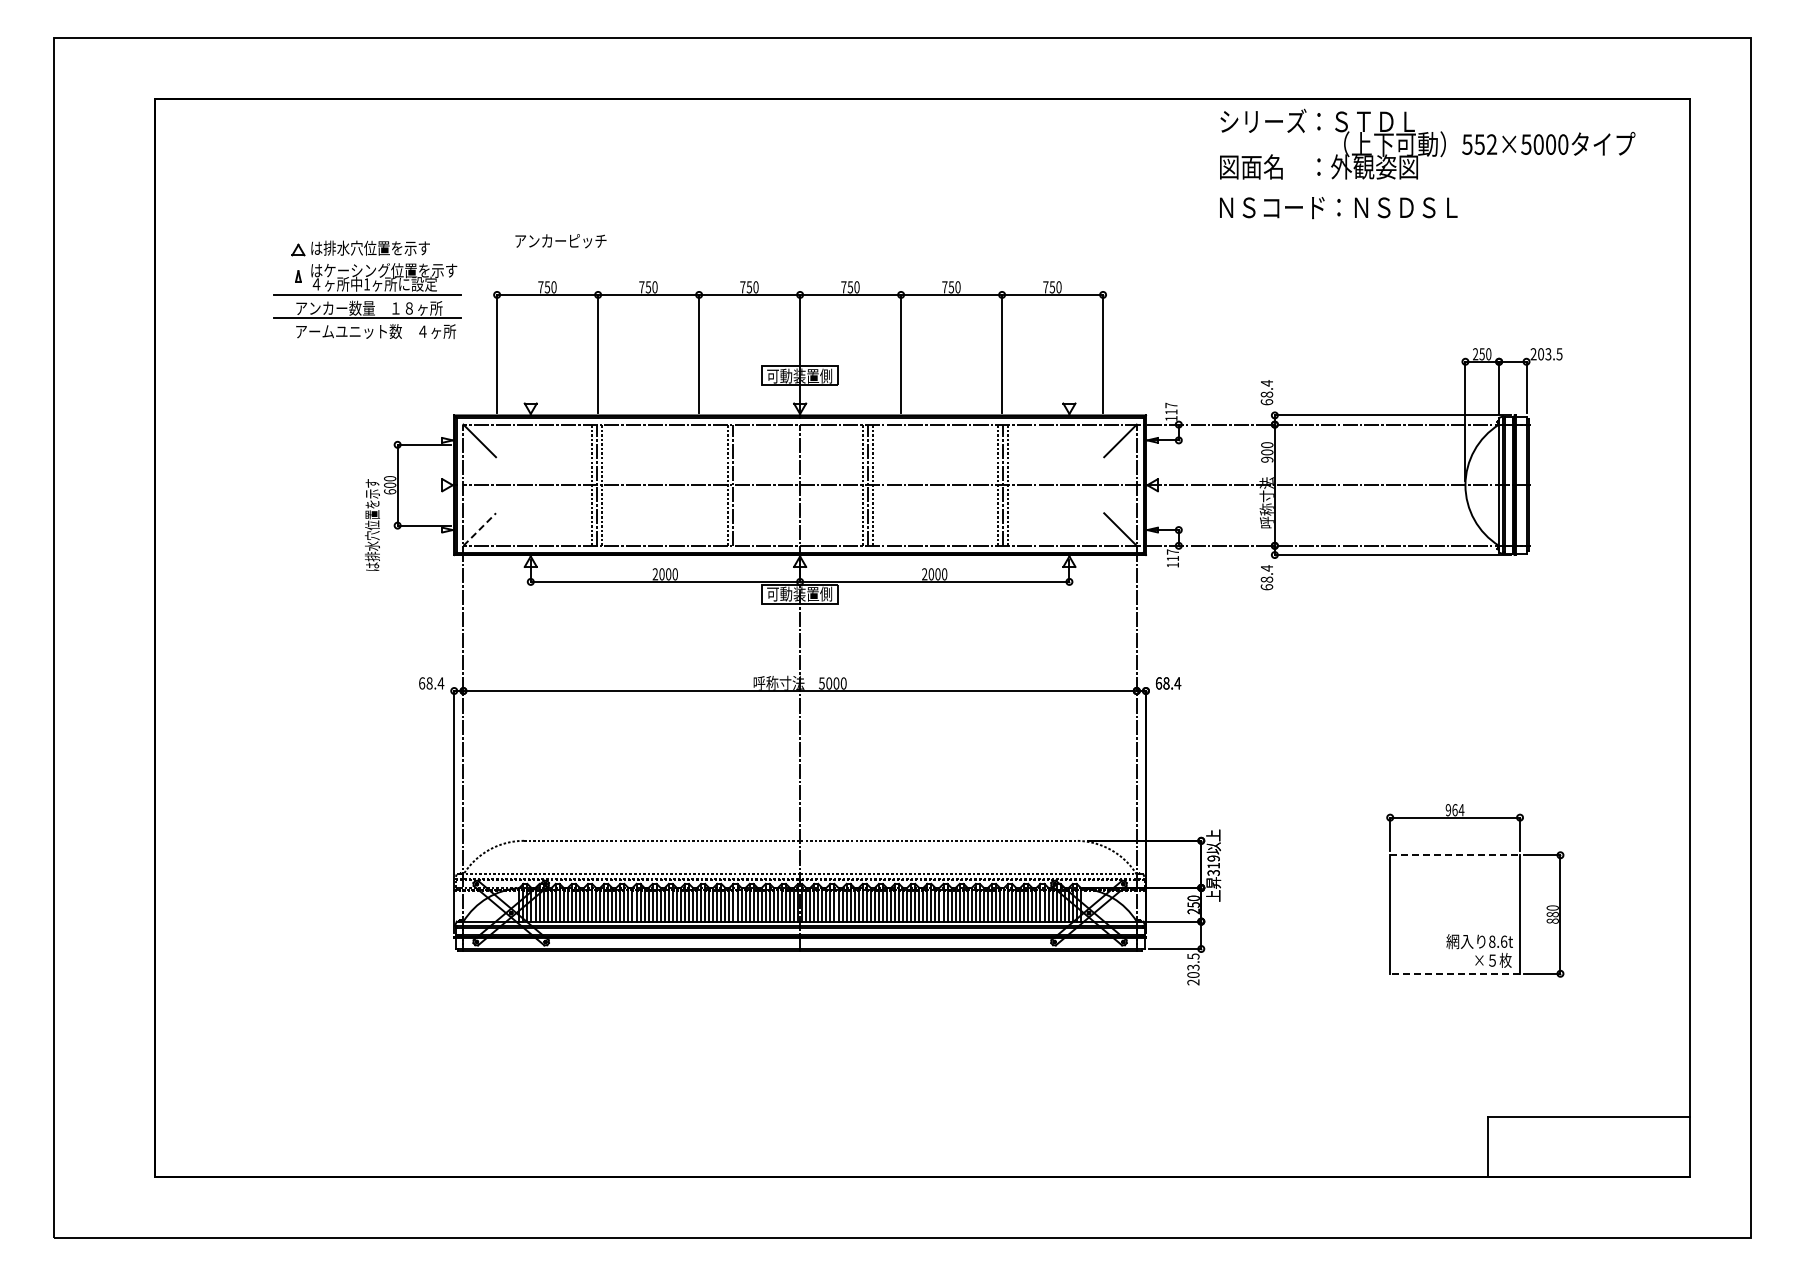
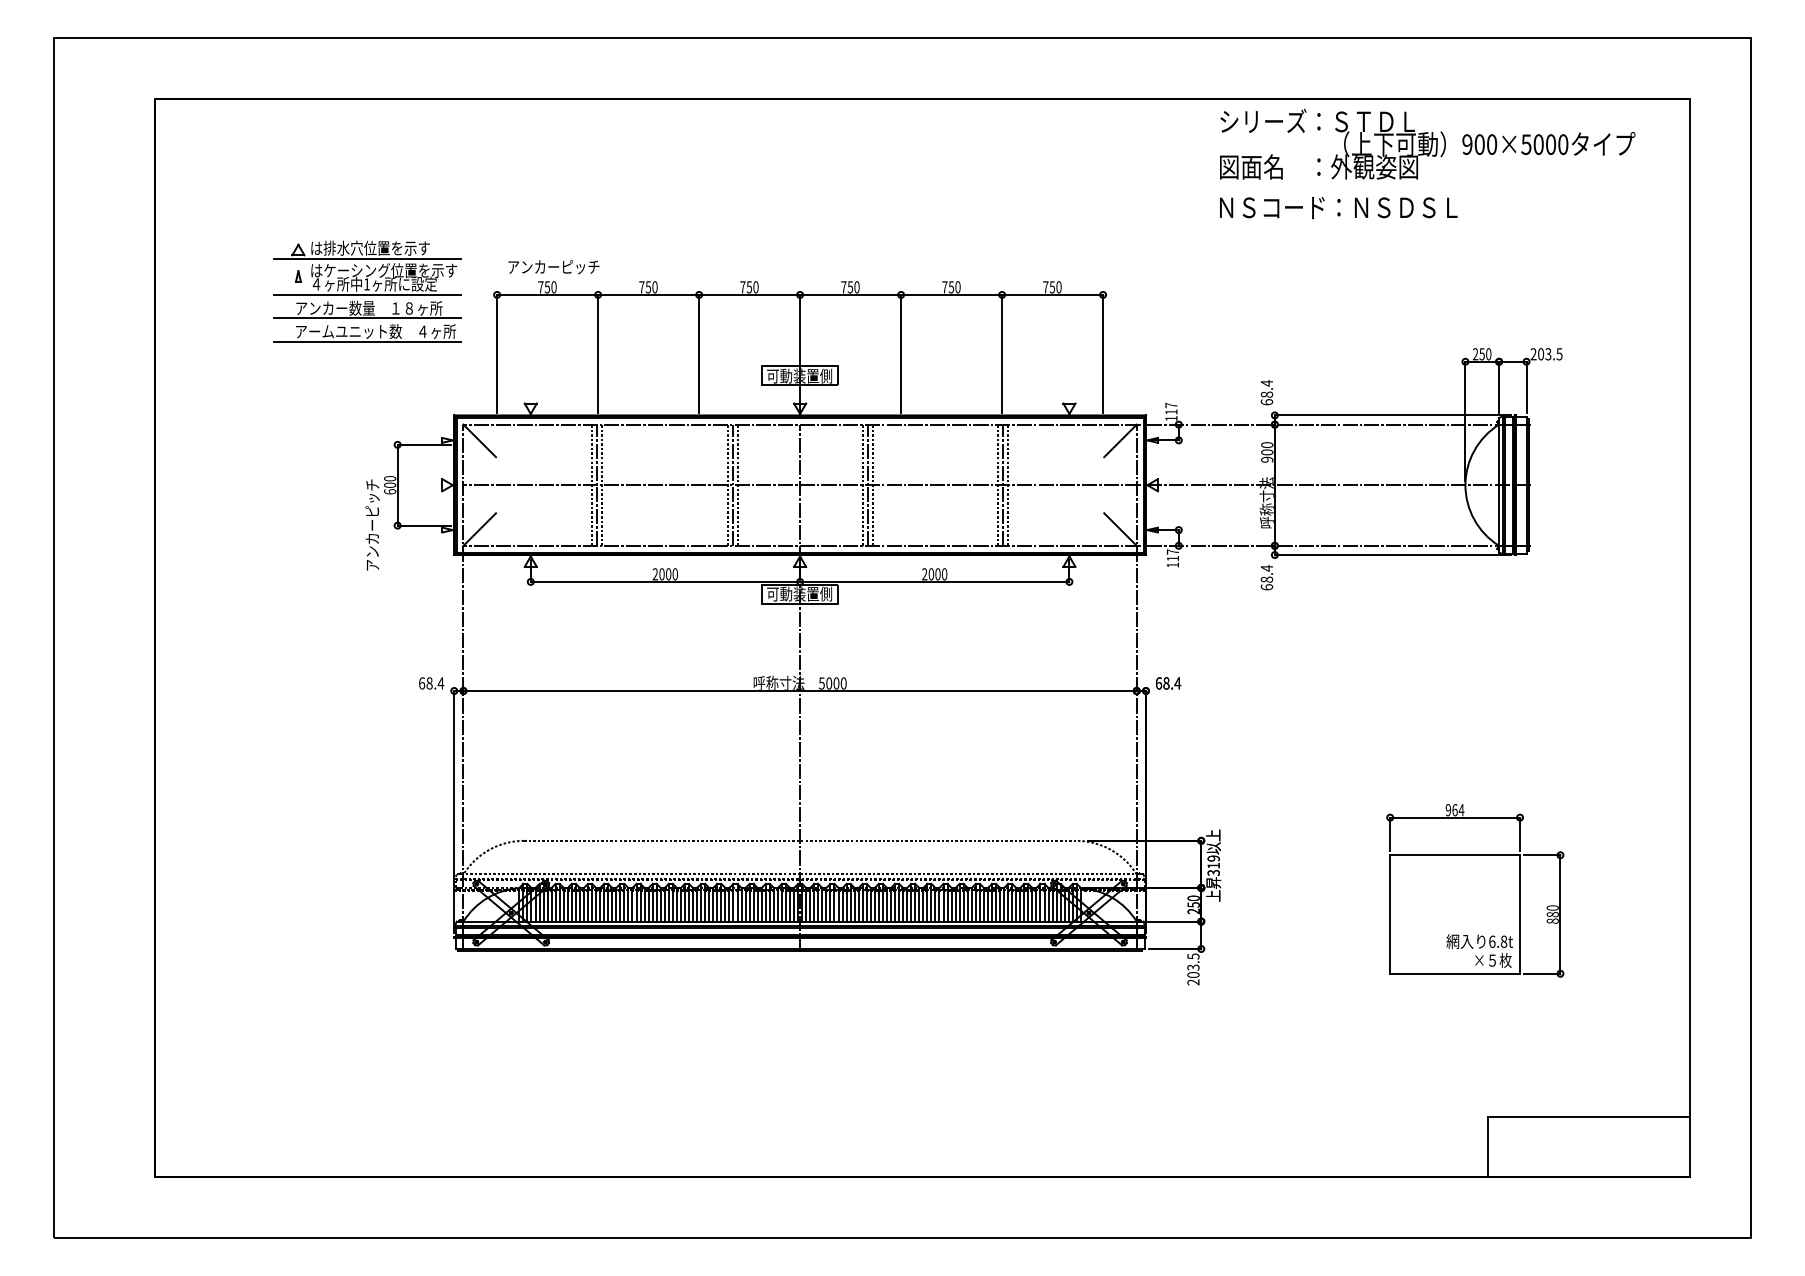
text at (1479, 144): 552×5000 -> 900×5000
text at (560, 241) position: (560, 241) -> (553, 267)
line at (367, 259): none -> present
line at (367, 341): none -> present
line at (737, 484): none -> present
text at (371, 524): は排水穴位置を示す -> アンカーピッチ
line at (480, 529): dashed -> solid
line at (1455, 855): dashed -> solid
text at (1498, 941): 8.6t -> 6.8t
line at (1455, 973): dashed -> solid
